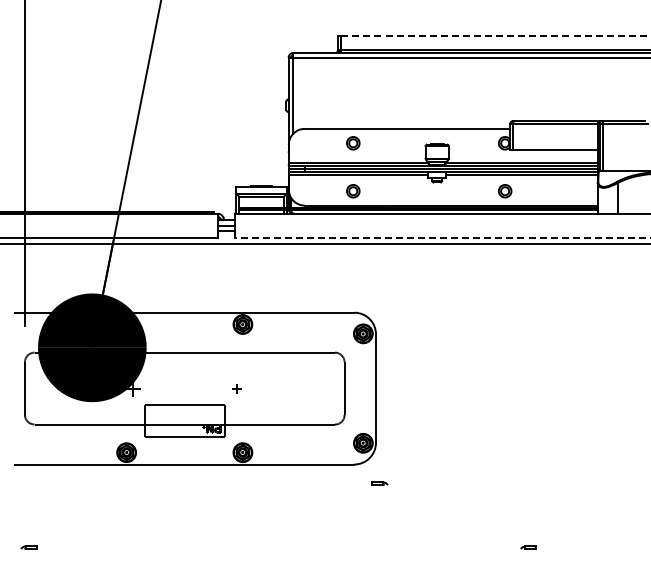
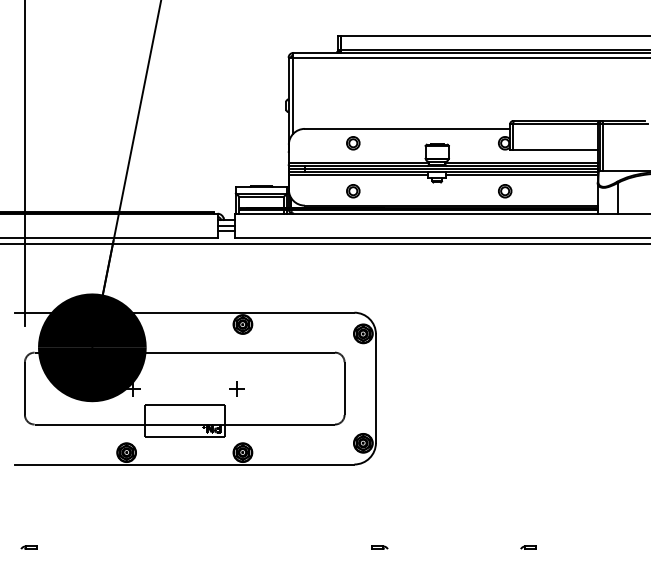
line at (496, 36): dashed -> solid
line at (442, 237): dashed -> solid
part at (236, 388) size: 10x10 px -> 16x16 px
part at (379, 483) position: (379, 483) -> (379, 547)
